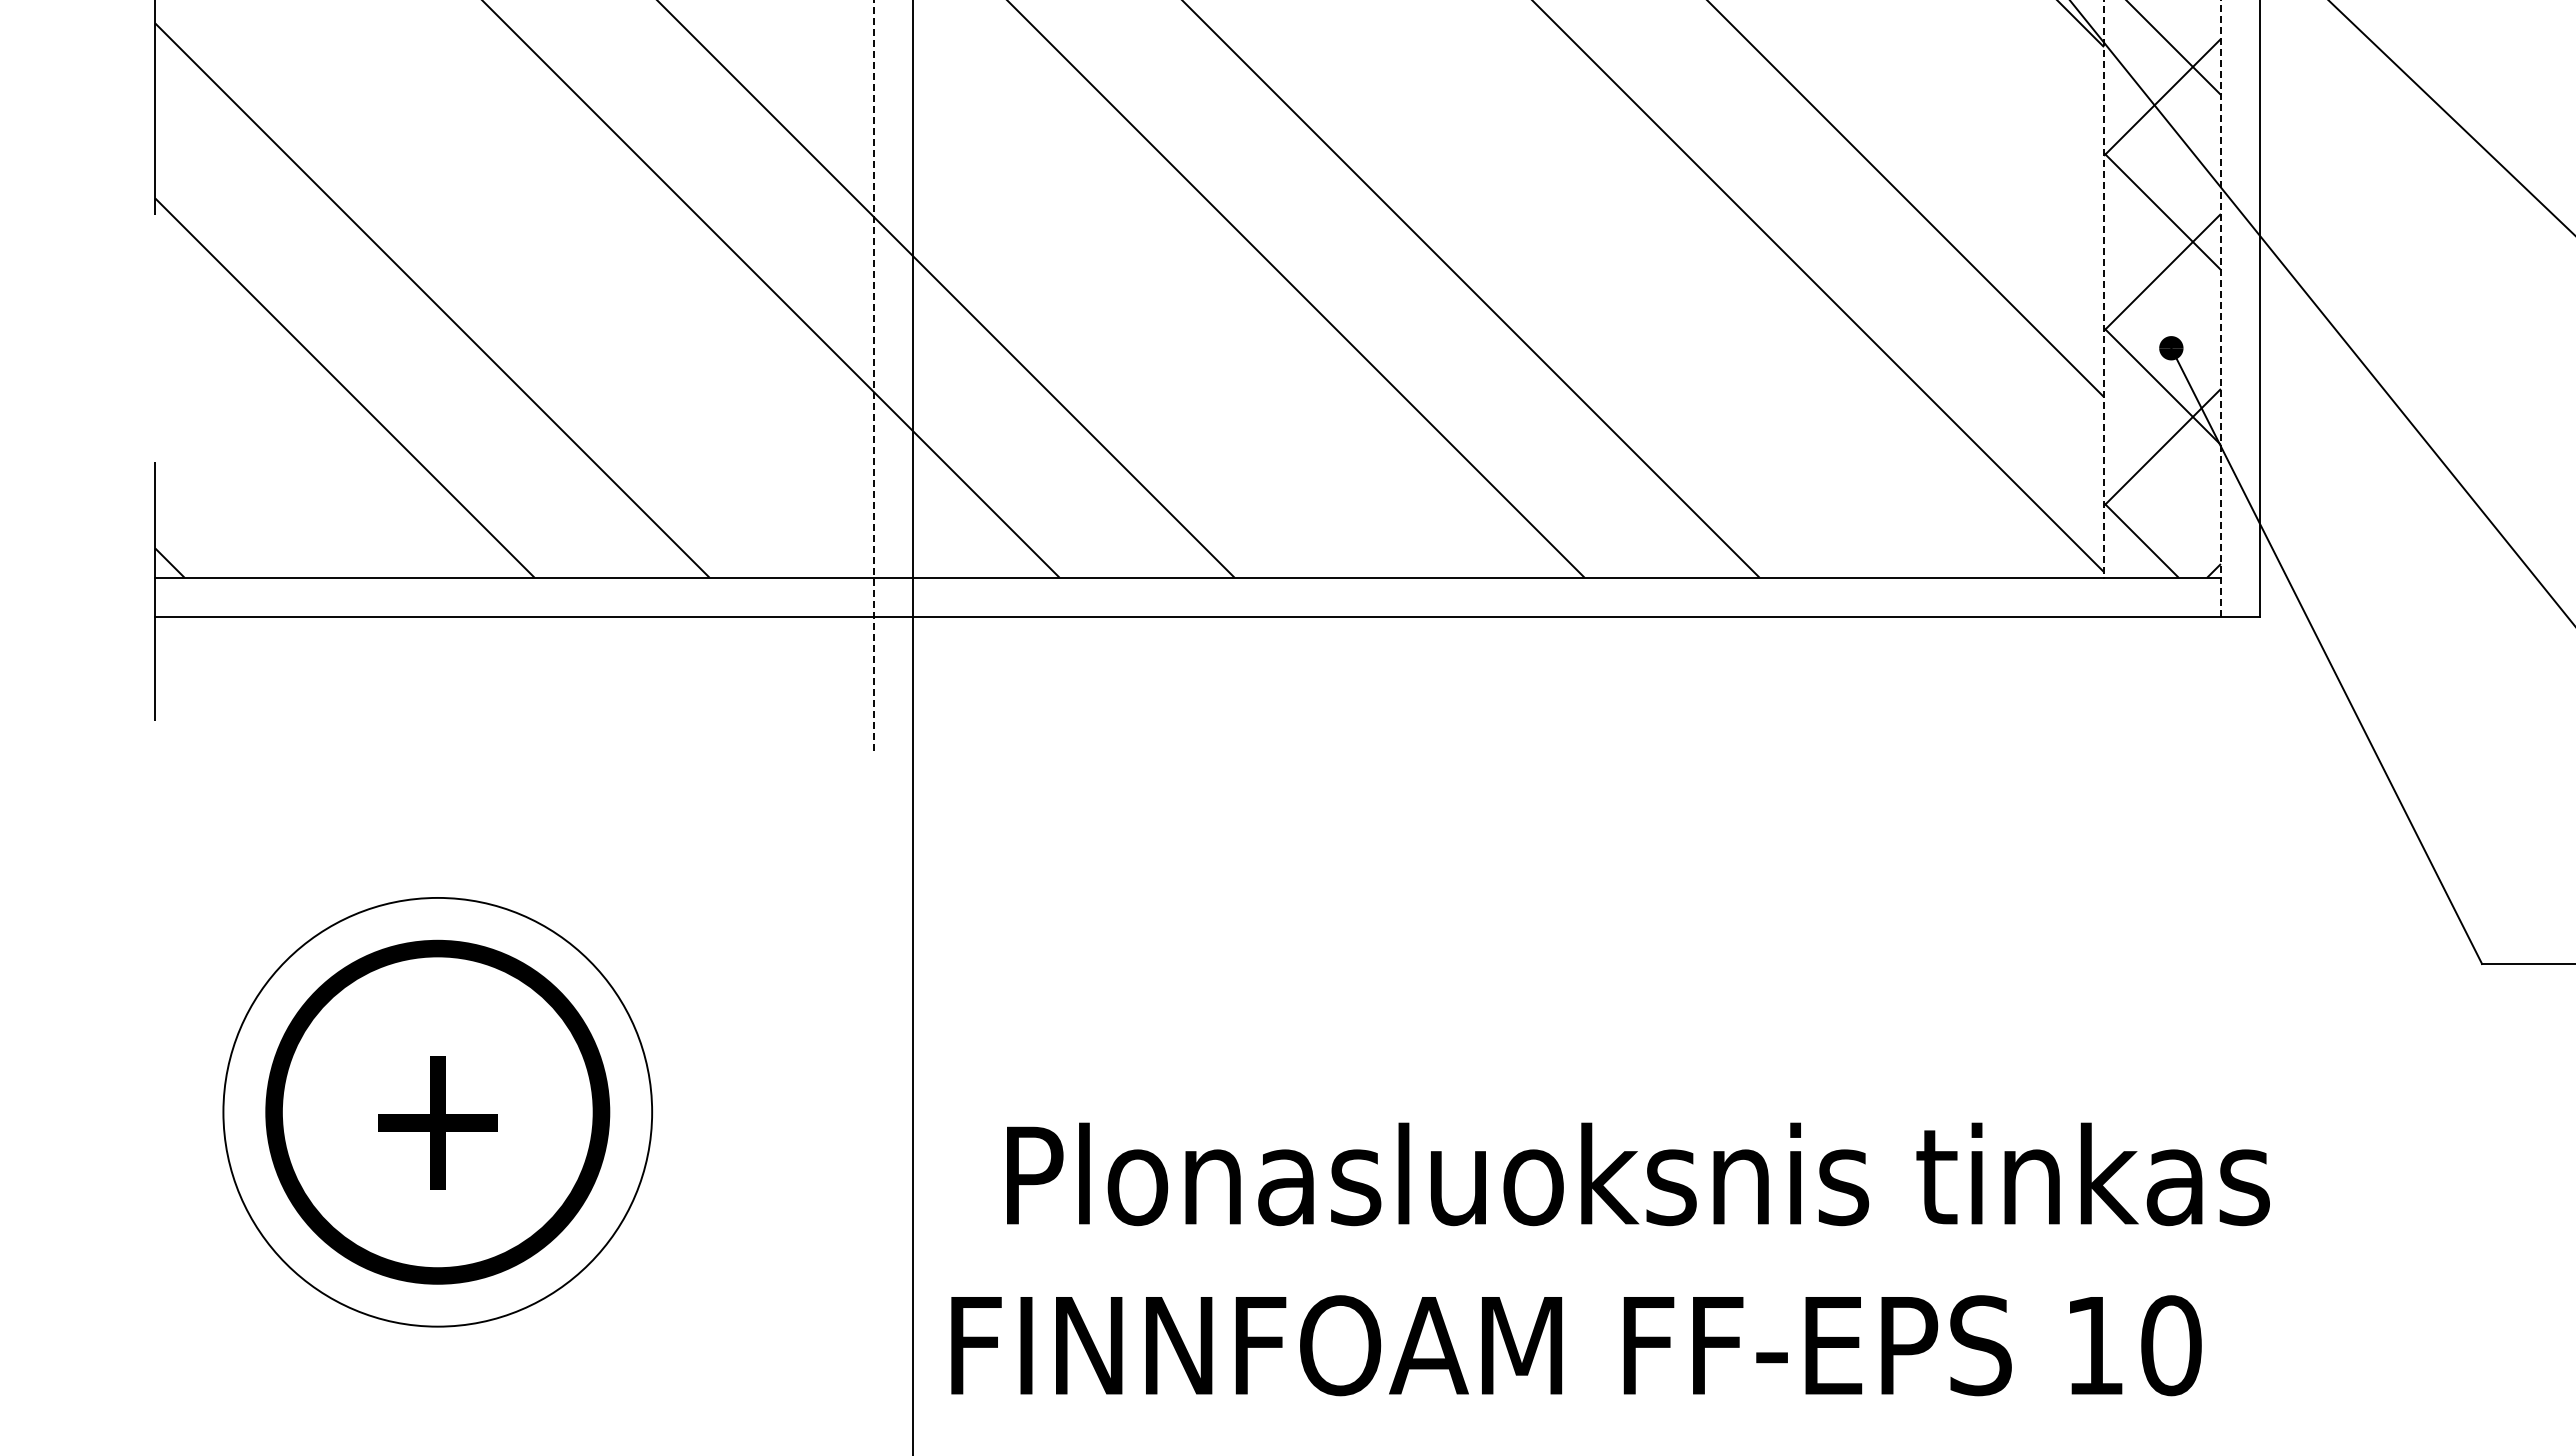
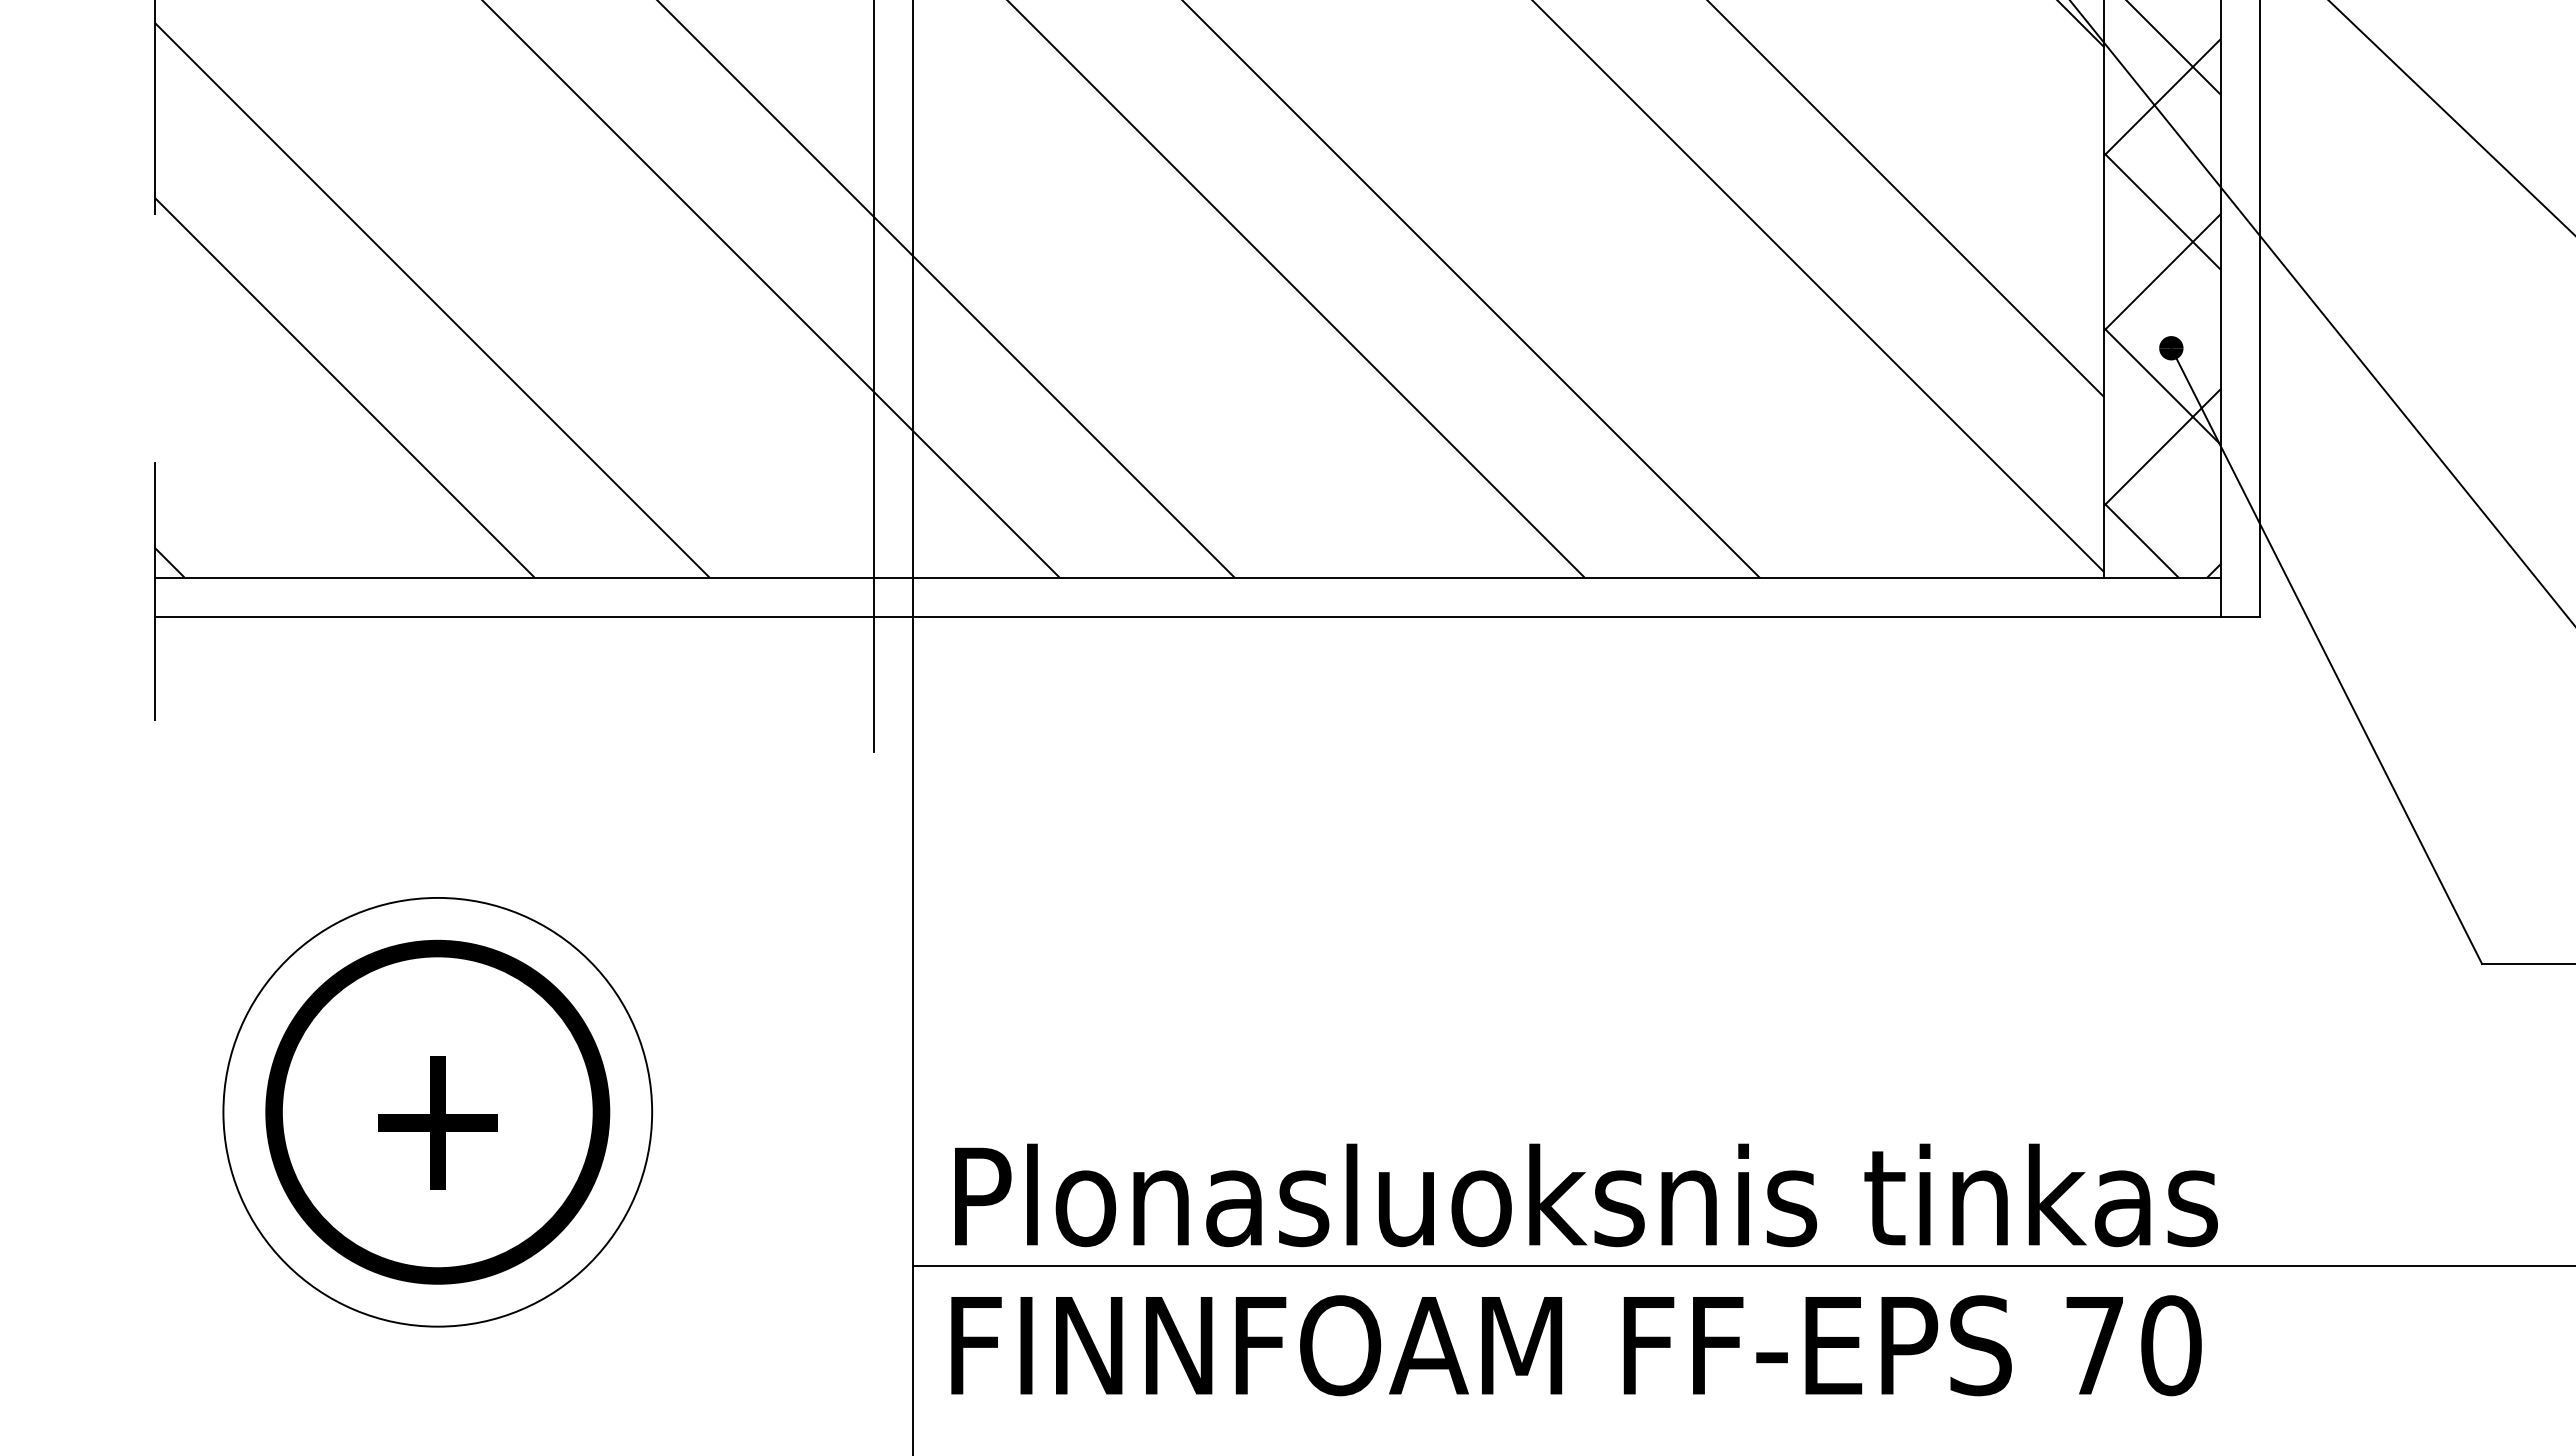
line at (2103, 289): dashed -> solid
line at (2220, 308): dashed -> solid
line at (874, 376): dashed -> solid
text at (1638, 1174) position: (1638, 1174) -> (1586, 1195)
line at (1742, 1266): none -> present
text at (2094, 1345): 10 -> 70
